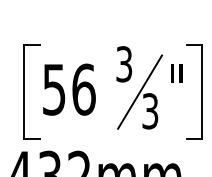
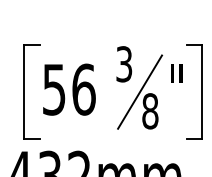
text at (150, 111): 3 -> 8
